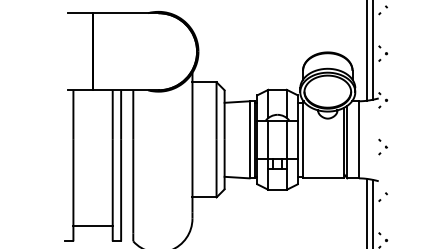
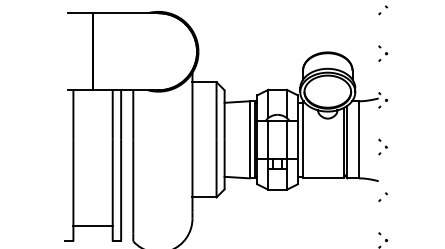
line at (373, 50): present -> none
line at (367, 51): present -> none
line at (367, 211): present -> none
line at (373, 212): present -> none
